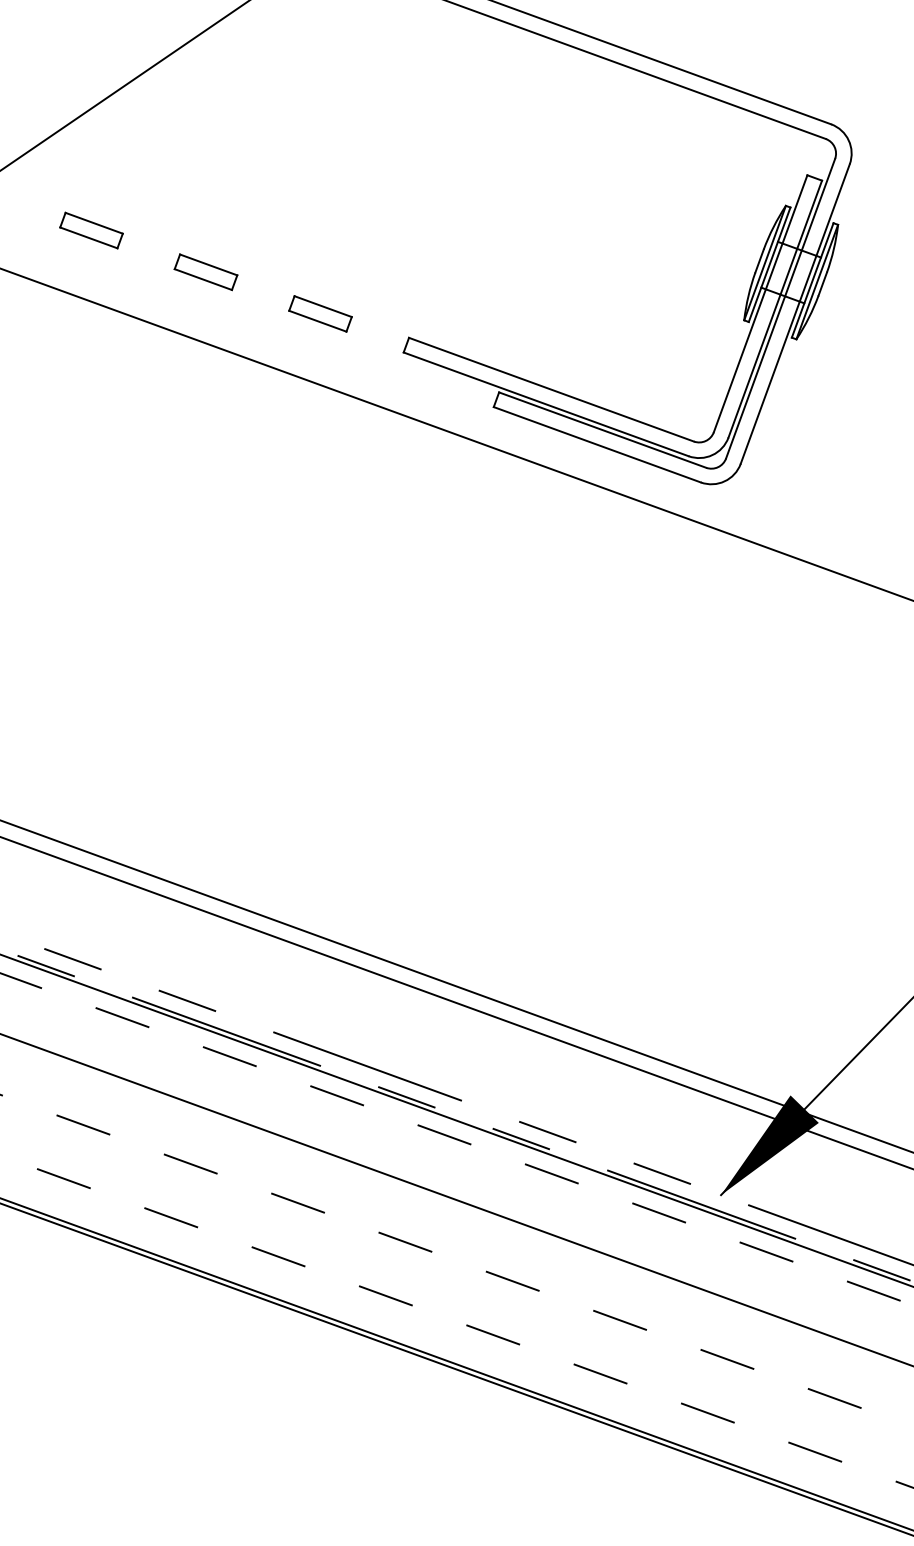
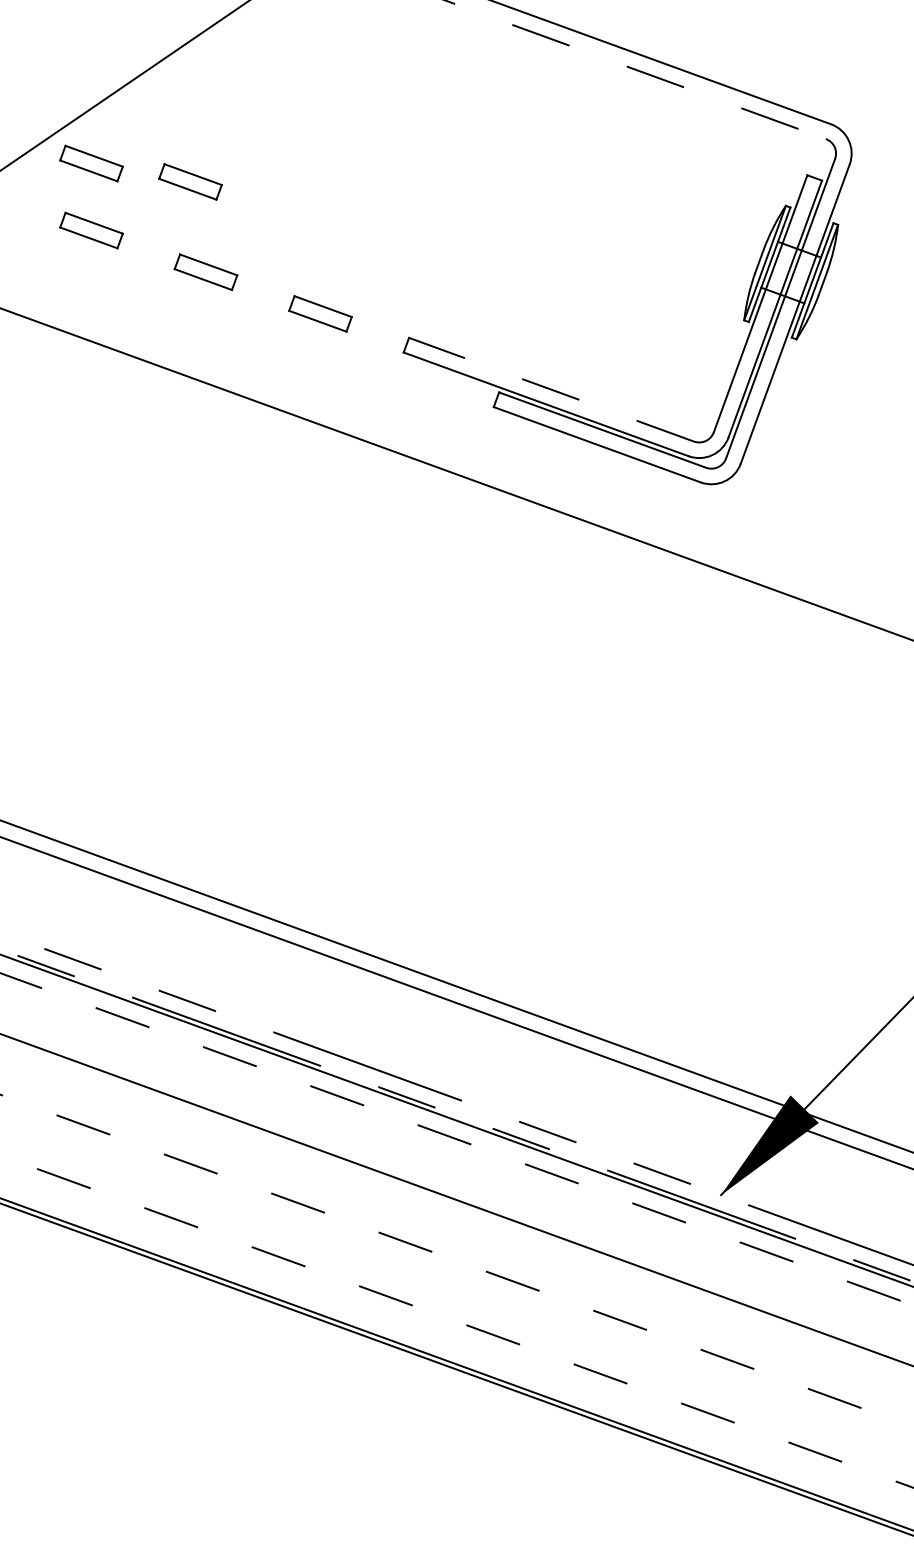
line at (635, 69): solid -> dashed
part at (91, 163): none -> present
part at (190, 181): none -> present
line at (551, 389): solid -> dashed
line at (456, 434) position: (456, 434) -> (456, 474)
